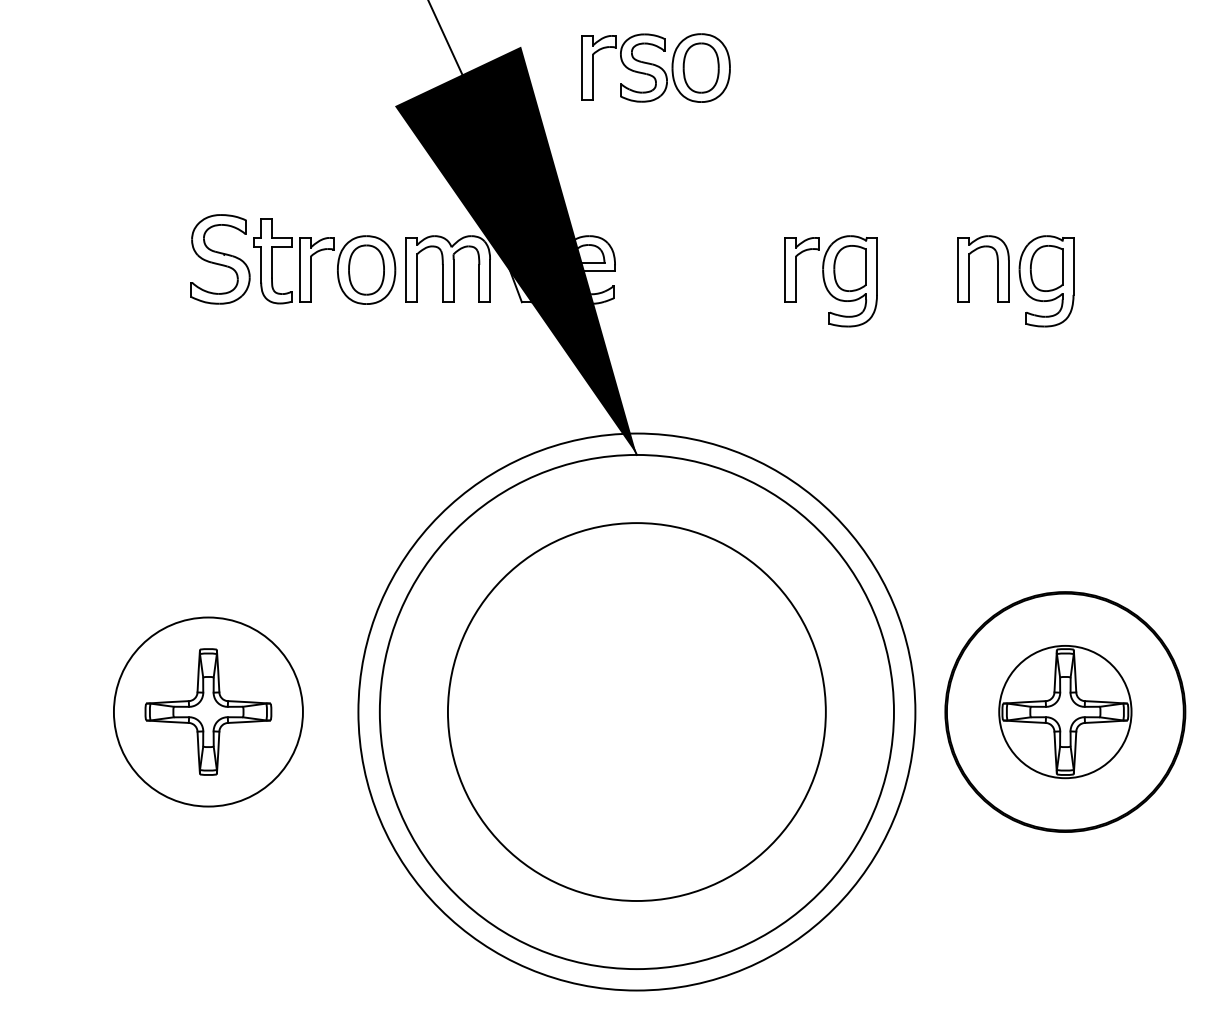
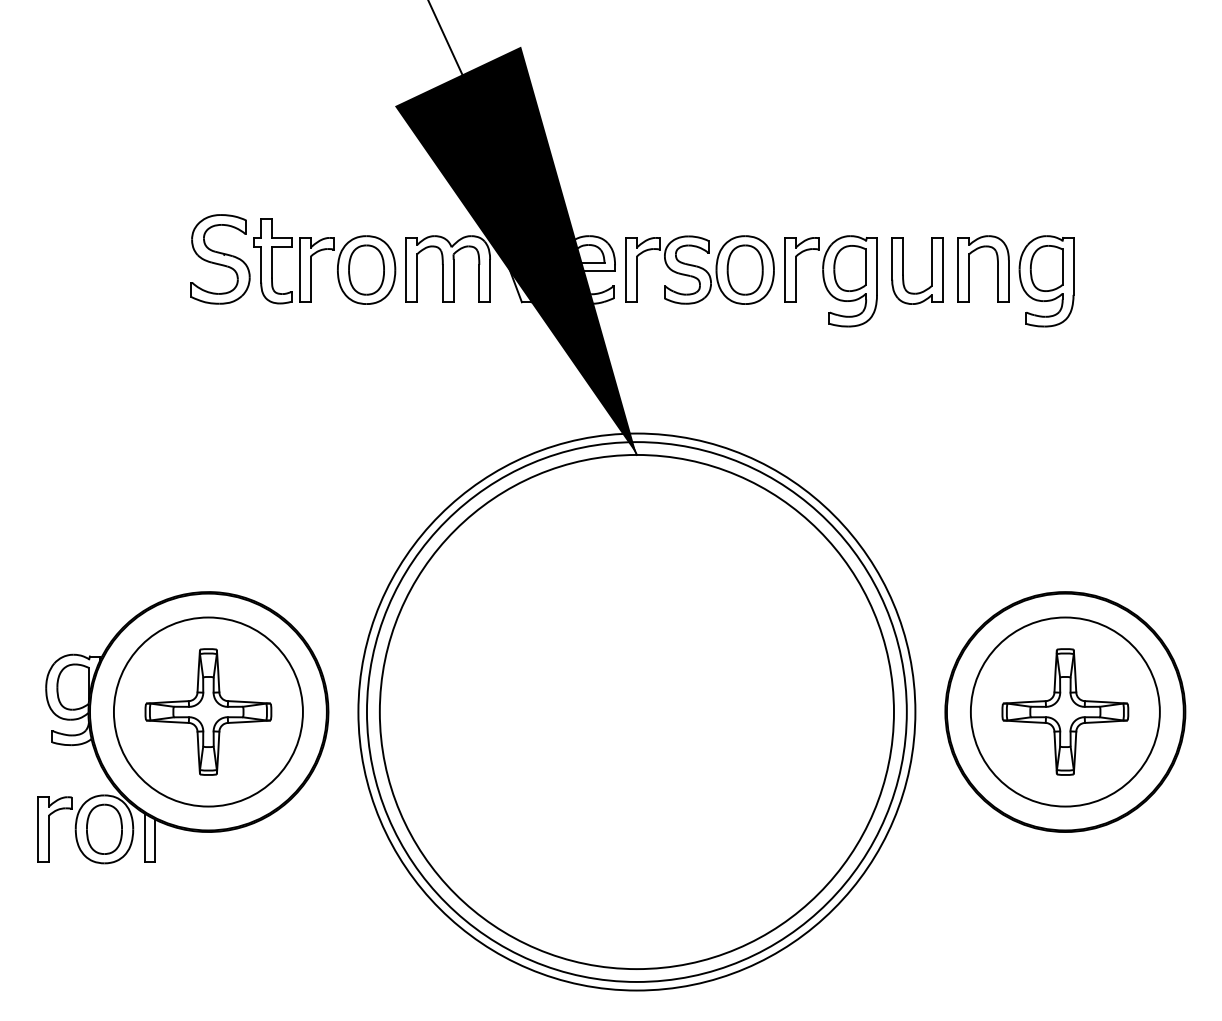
part at (655, 67) position: (655, 67) -> (699, 269)
part at (903, 270): none -> present
circle at (636, 711) diameter: 378 px -> 540 px
circle at (1065, 711) diameter: 132 px -> 189 px
part at (183, 727): none -> present
